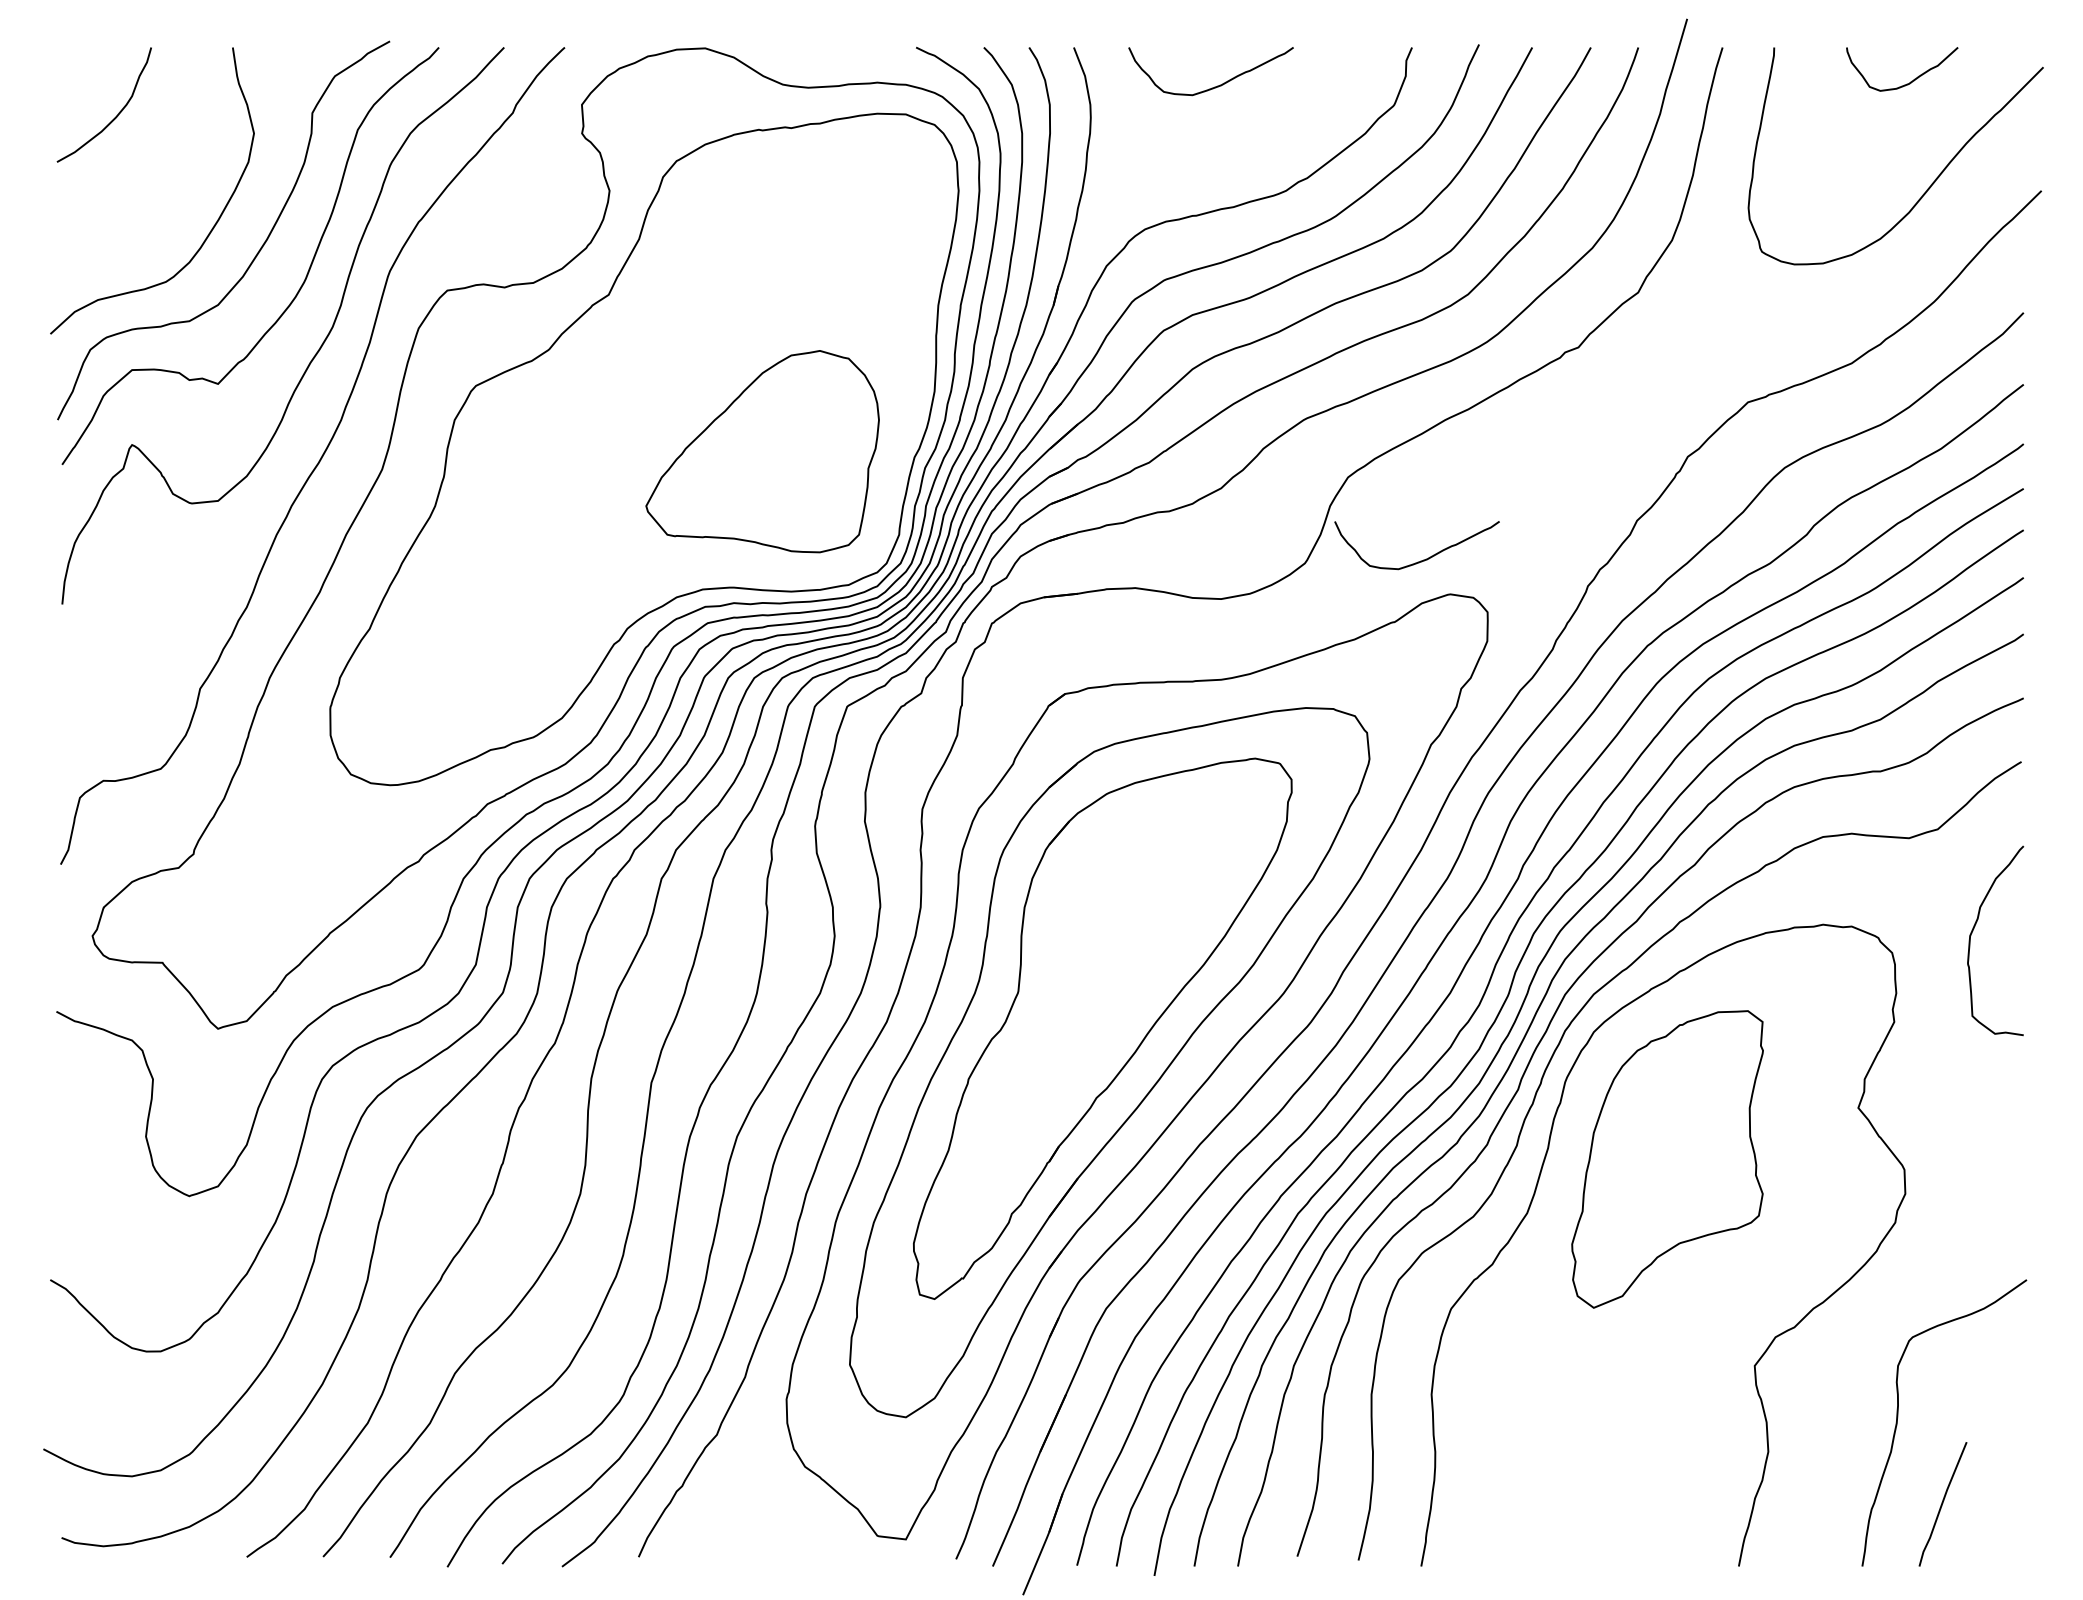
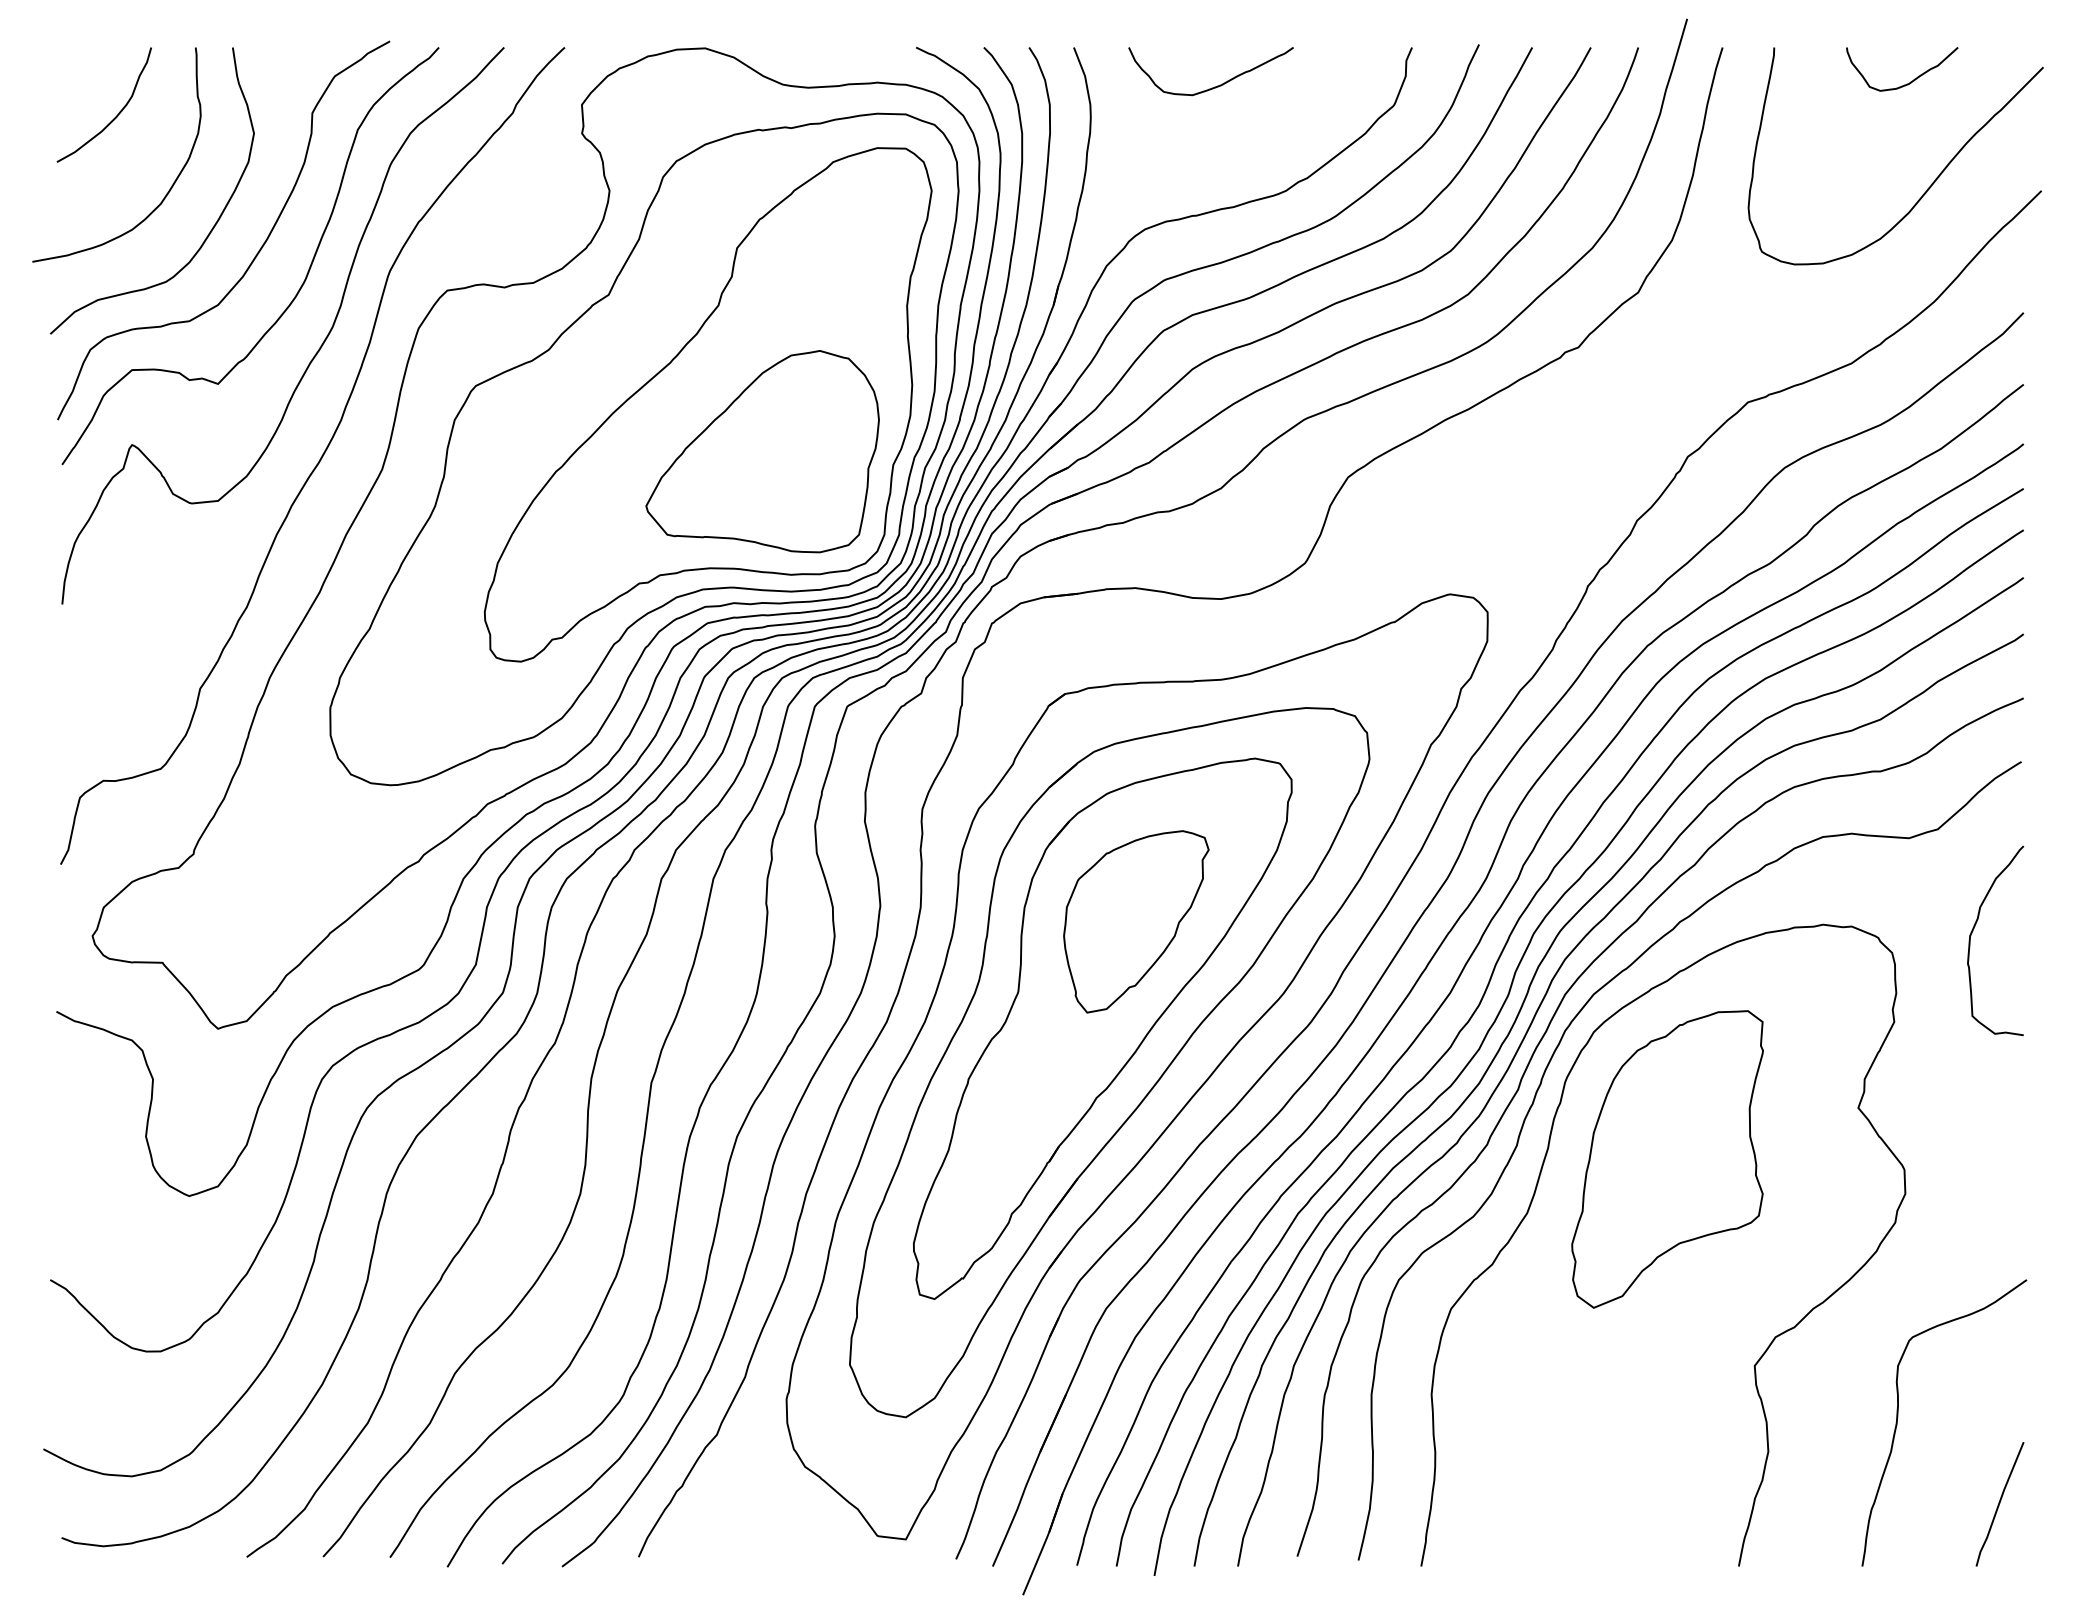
curve at (171, 185): none -> present
part at (707, 404): none -> present
curve at (1420, 560): present -> none
part at (1136, 921): none -> present
curve at (1942, 1504) position: (1942, 1504) -> (1999, 1504)
